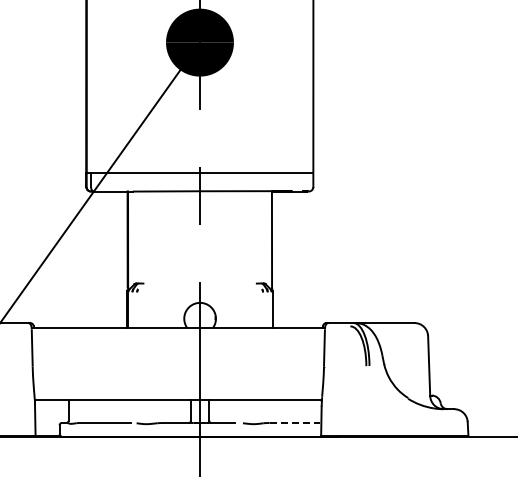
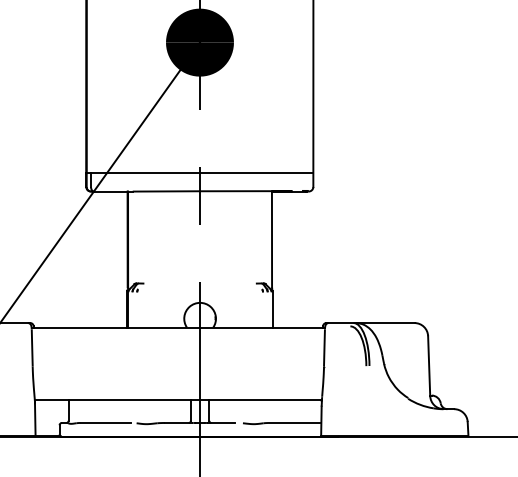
line at (294, 422): dashed -> solid
